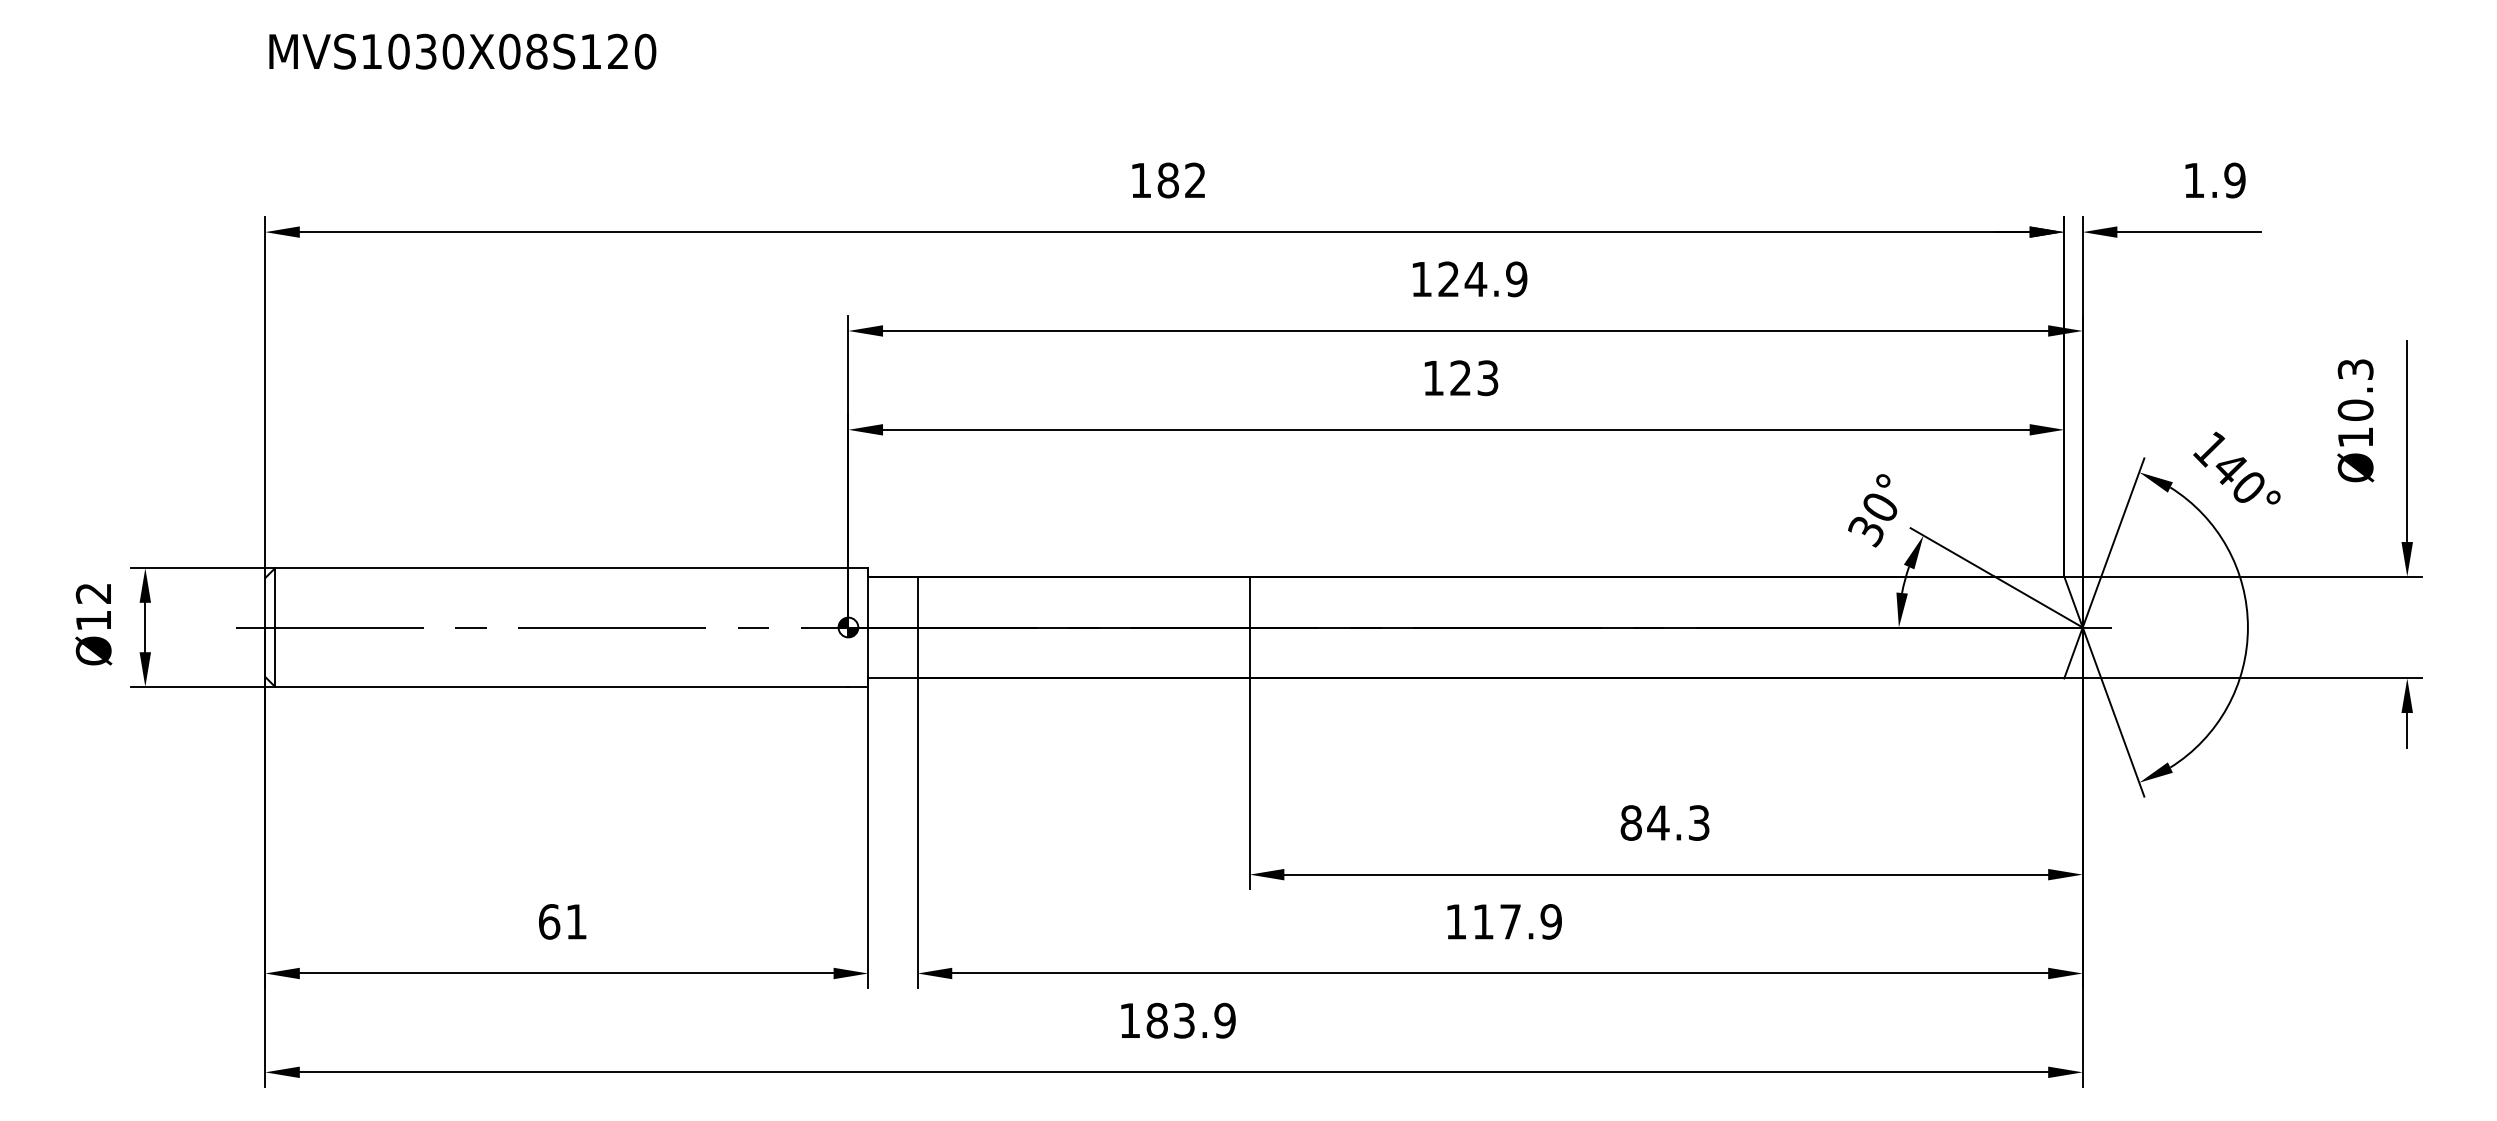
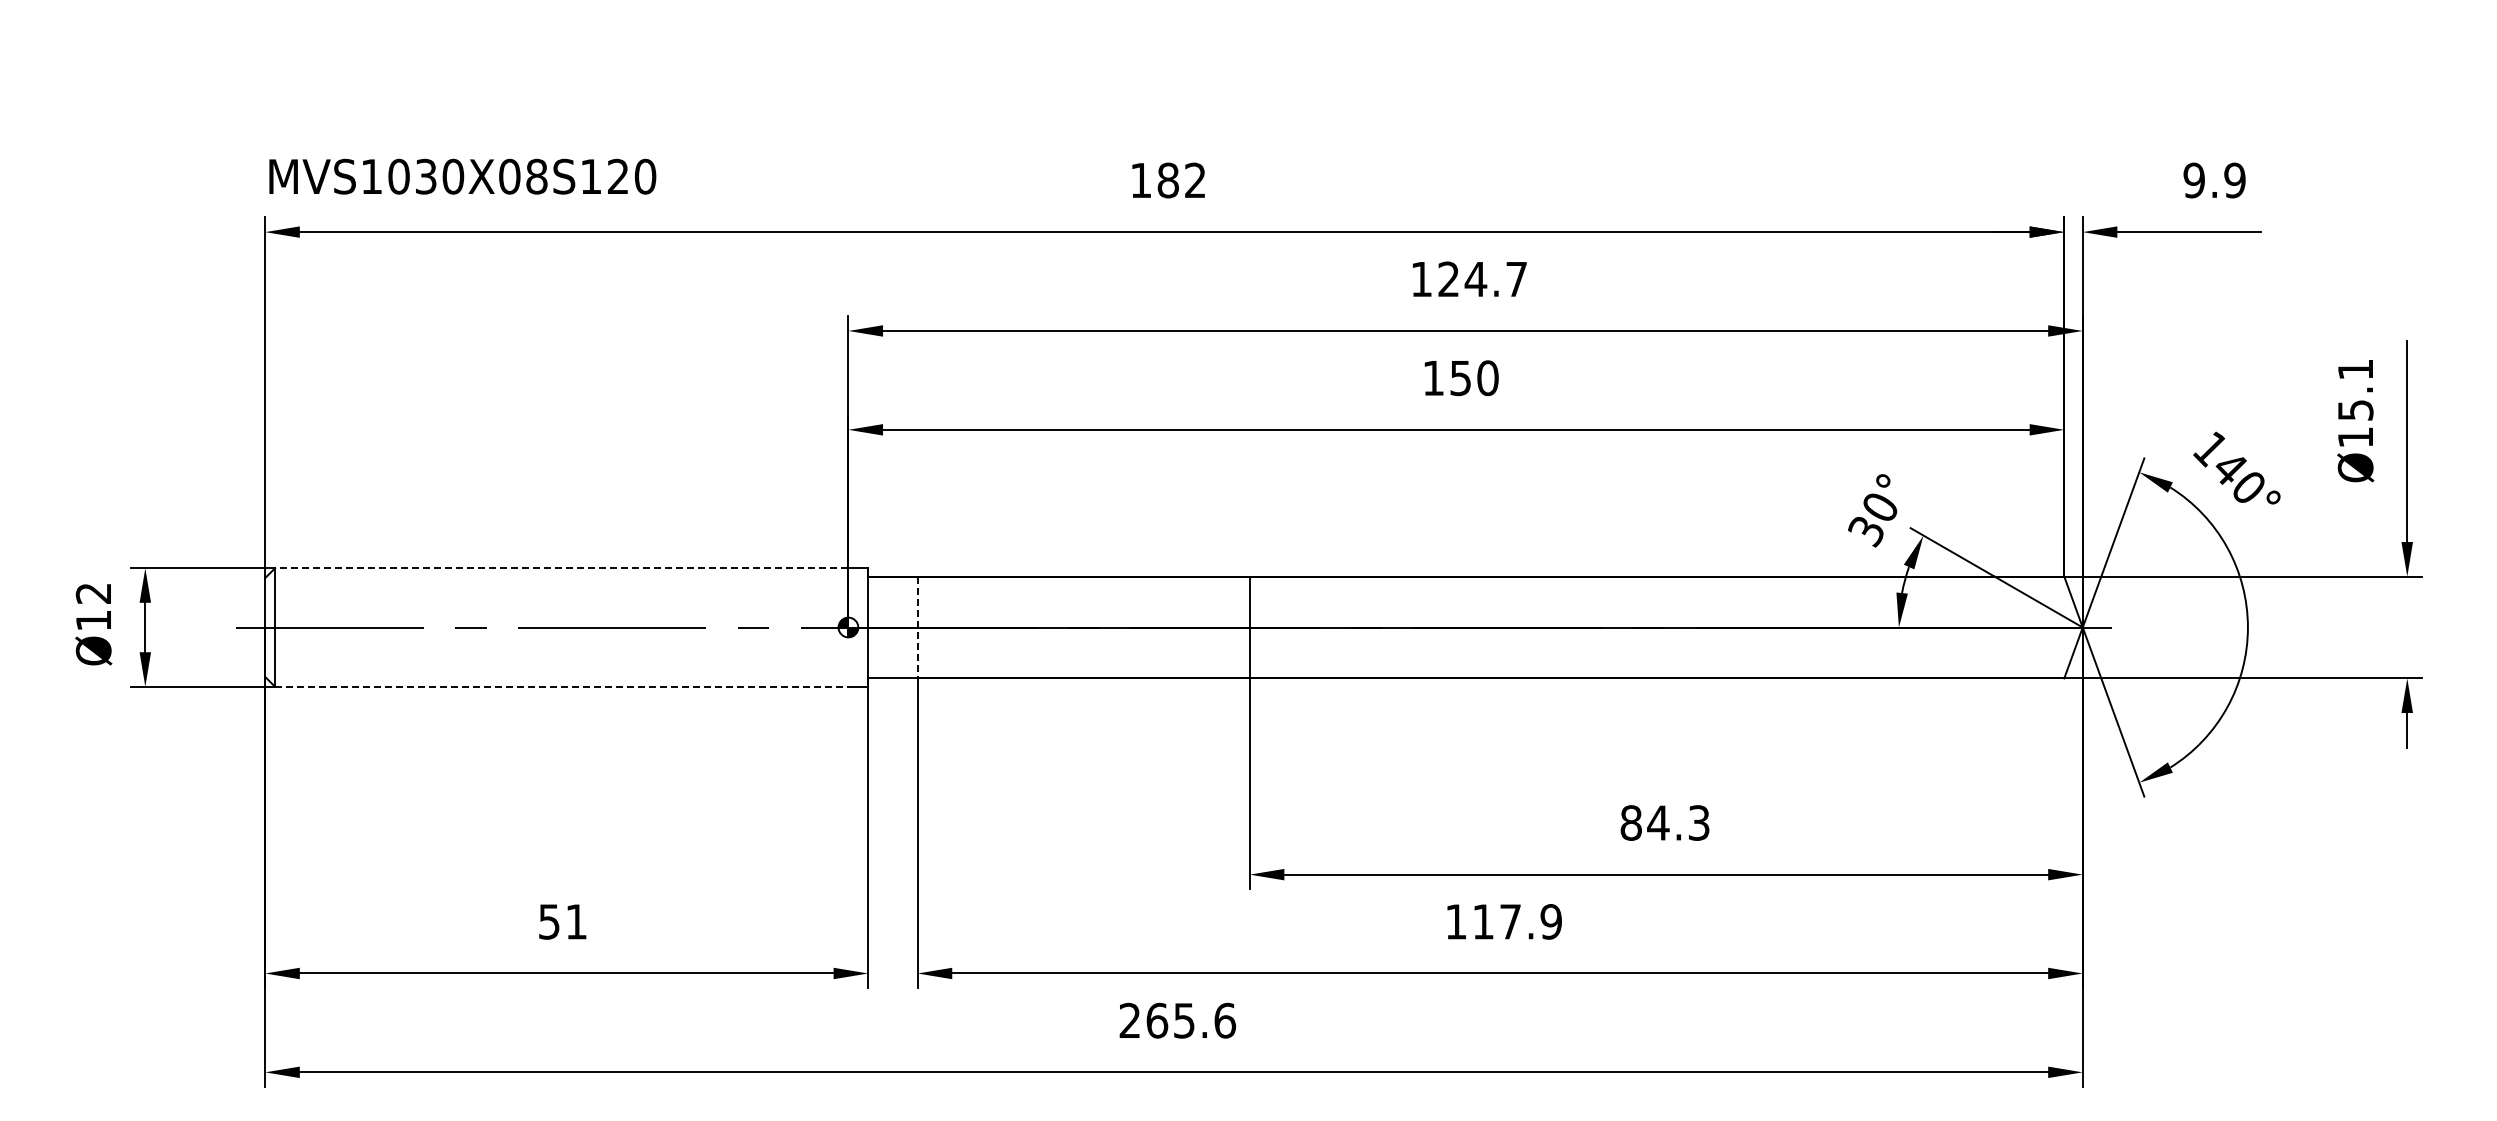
text at (462, 51) position: (462, 51) -> (462, 176)
text at (2193, 180): 1.9 -> 9.9
text at (1516, 279): 124.9 -> 124.7
text at (1474, 378): 123 -> 150
text at (2355, 389): Ø10.3 -> Ø15.1
line at (561, 568): solid -> dashed
line at (917, 627): solid -> dashed
line at (561, 686): solid -> dashed
text at (549, 921): 61 -> 51
text at (1177, 1020): 183.9 -> 265.6
